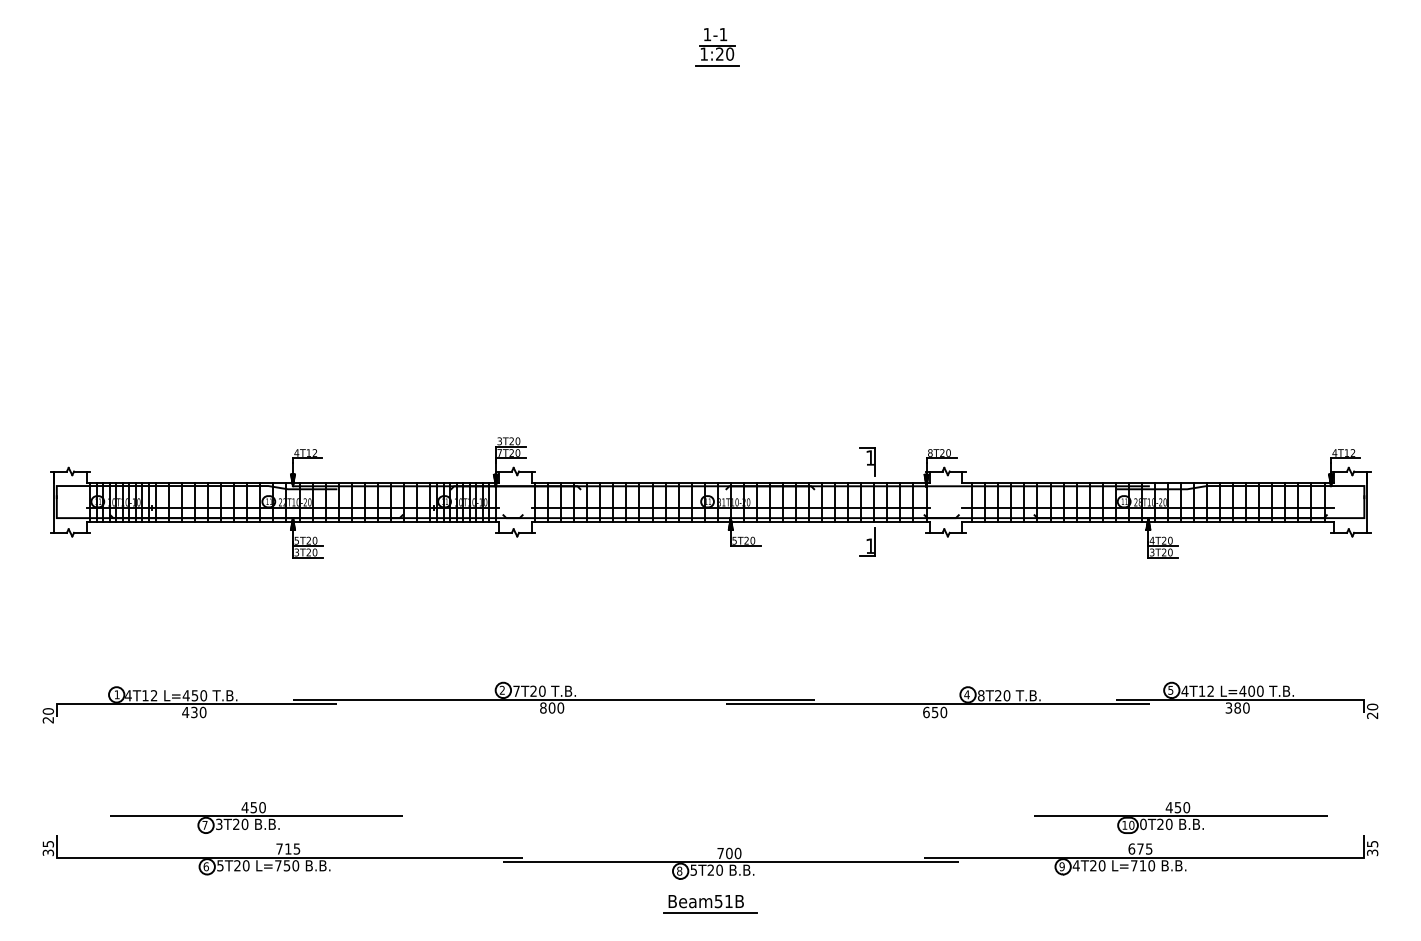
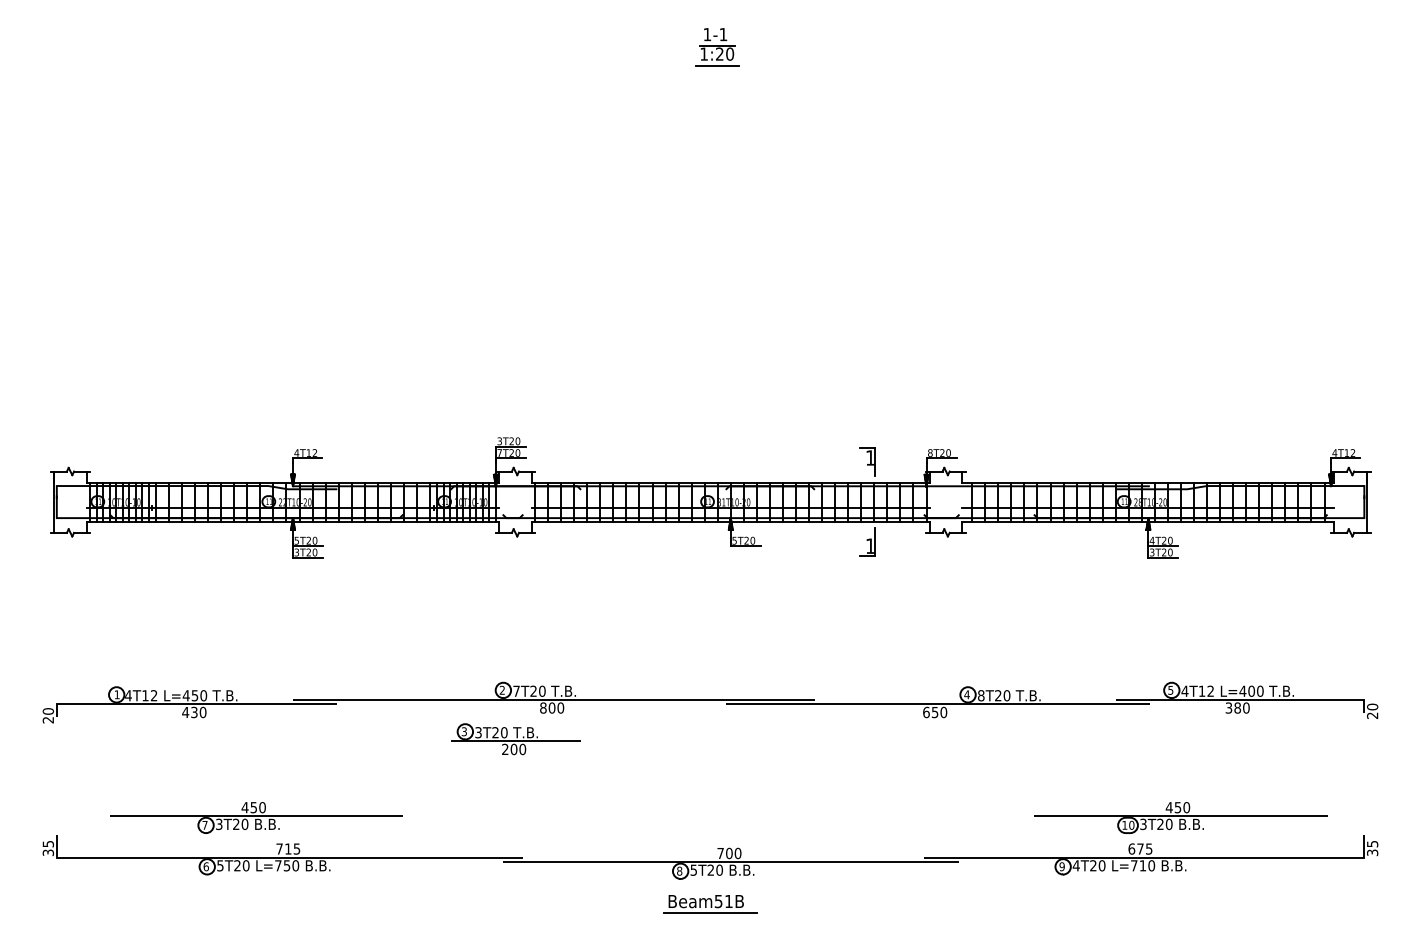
part at (515, 739): none -> present
text at (1143, 824): 0T20 -> 3T20
